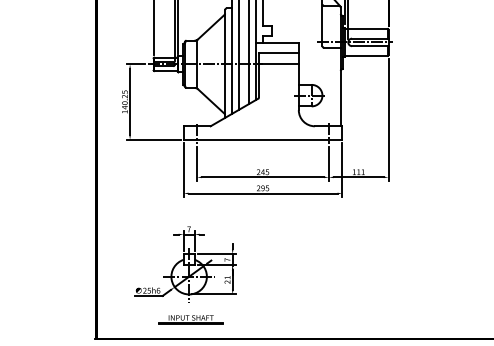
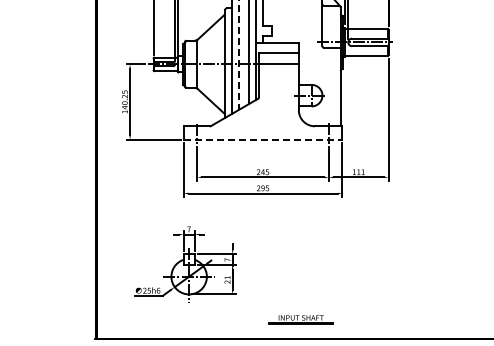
line at (239, 55): solid -> dashed
line at (263, 139): solid -> dashed
part at (190, 319) position: (190, 319) -> (300, 319)
